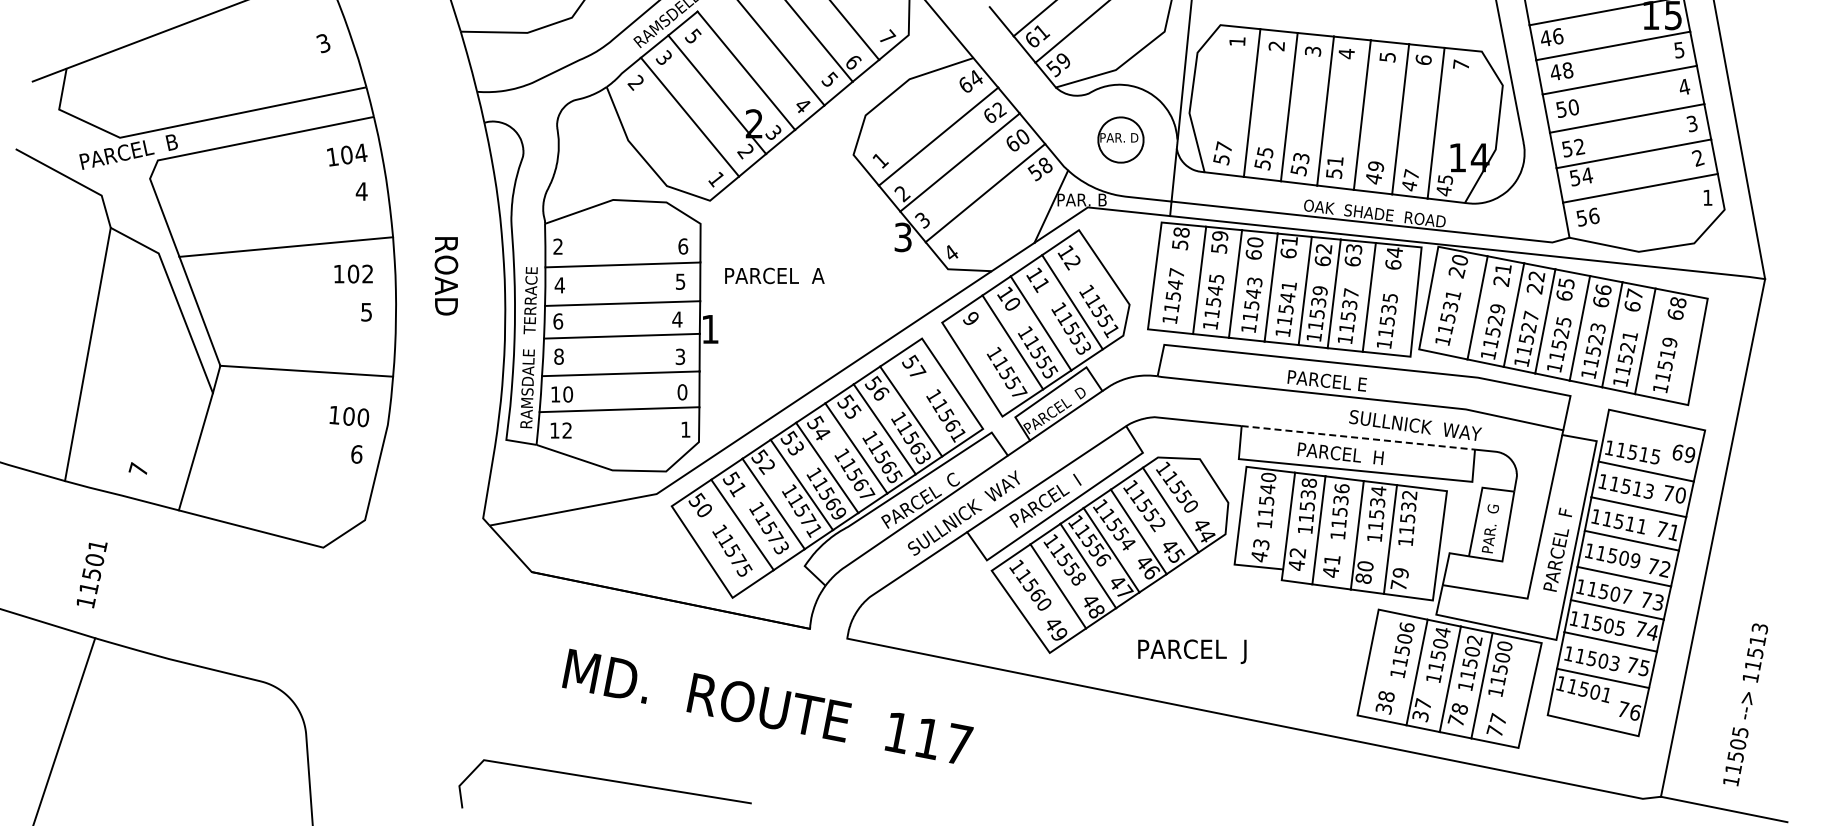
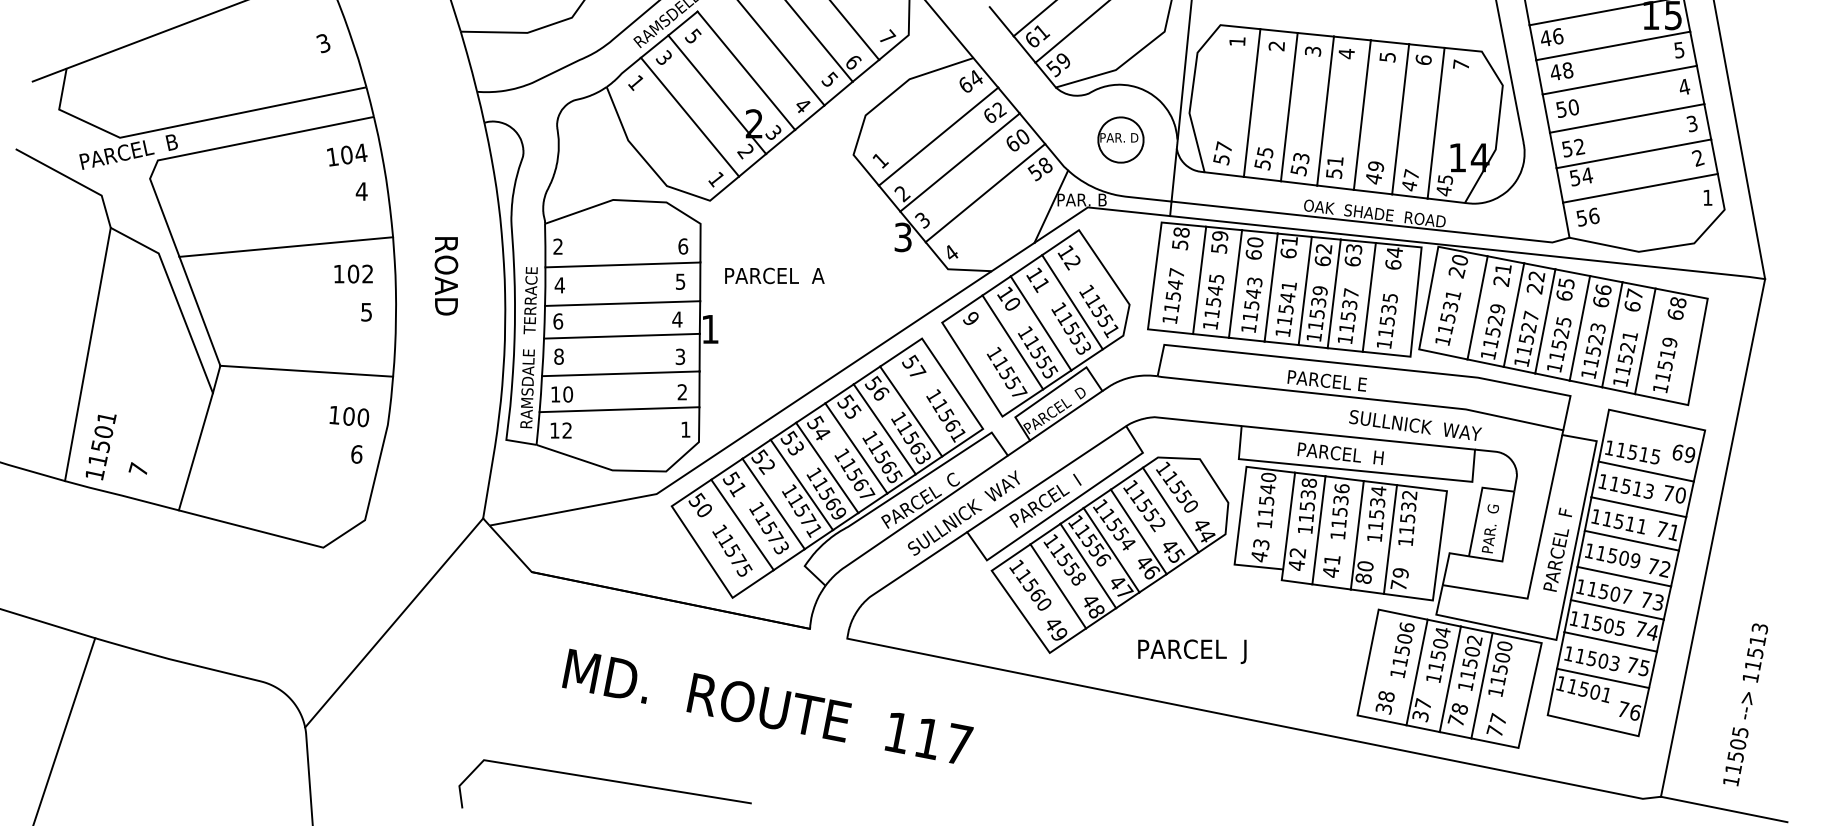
text at (635, 82): 2 -> 1
text at (682, 392): 0 -> 2
line at (1358, 437): dashed -> solid
text at (91, 575) position: (91, 575) -> (100, 447)
line at (394, 622): none -> present
